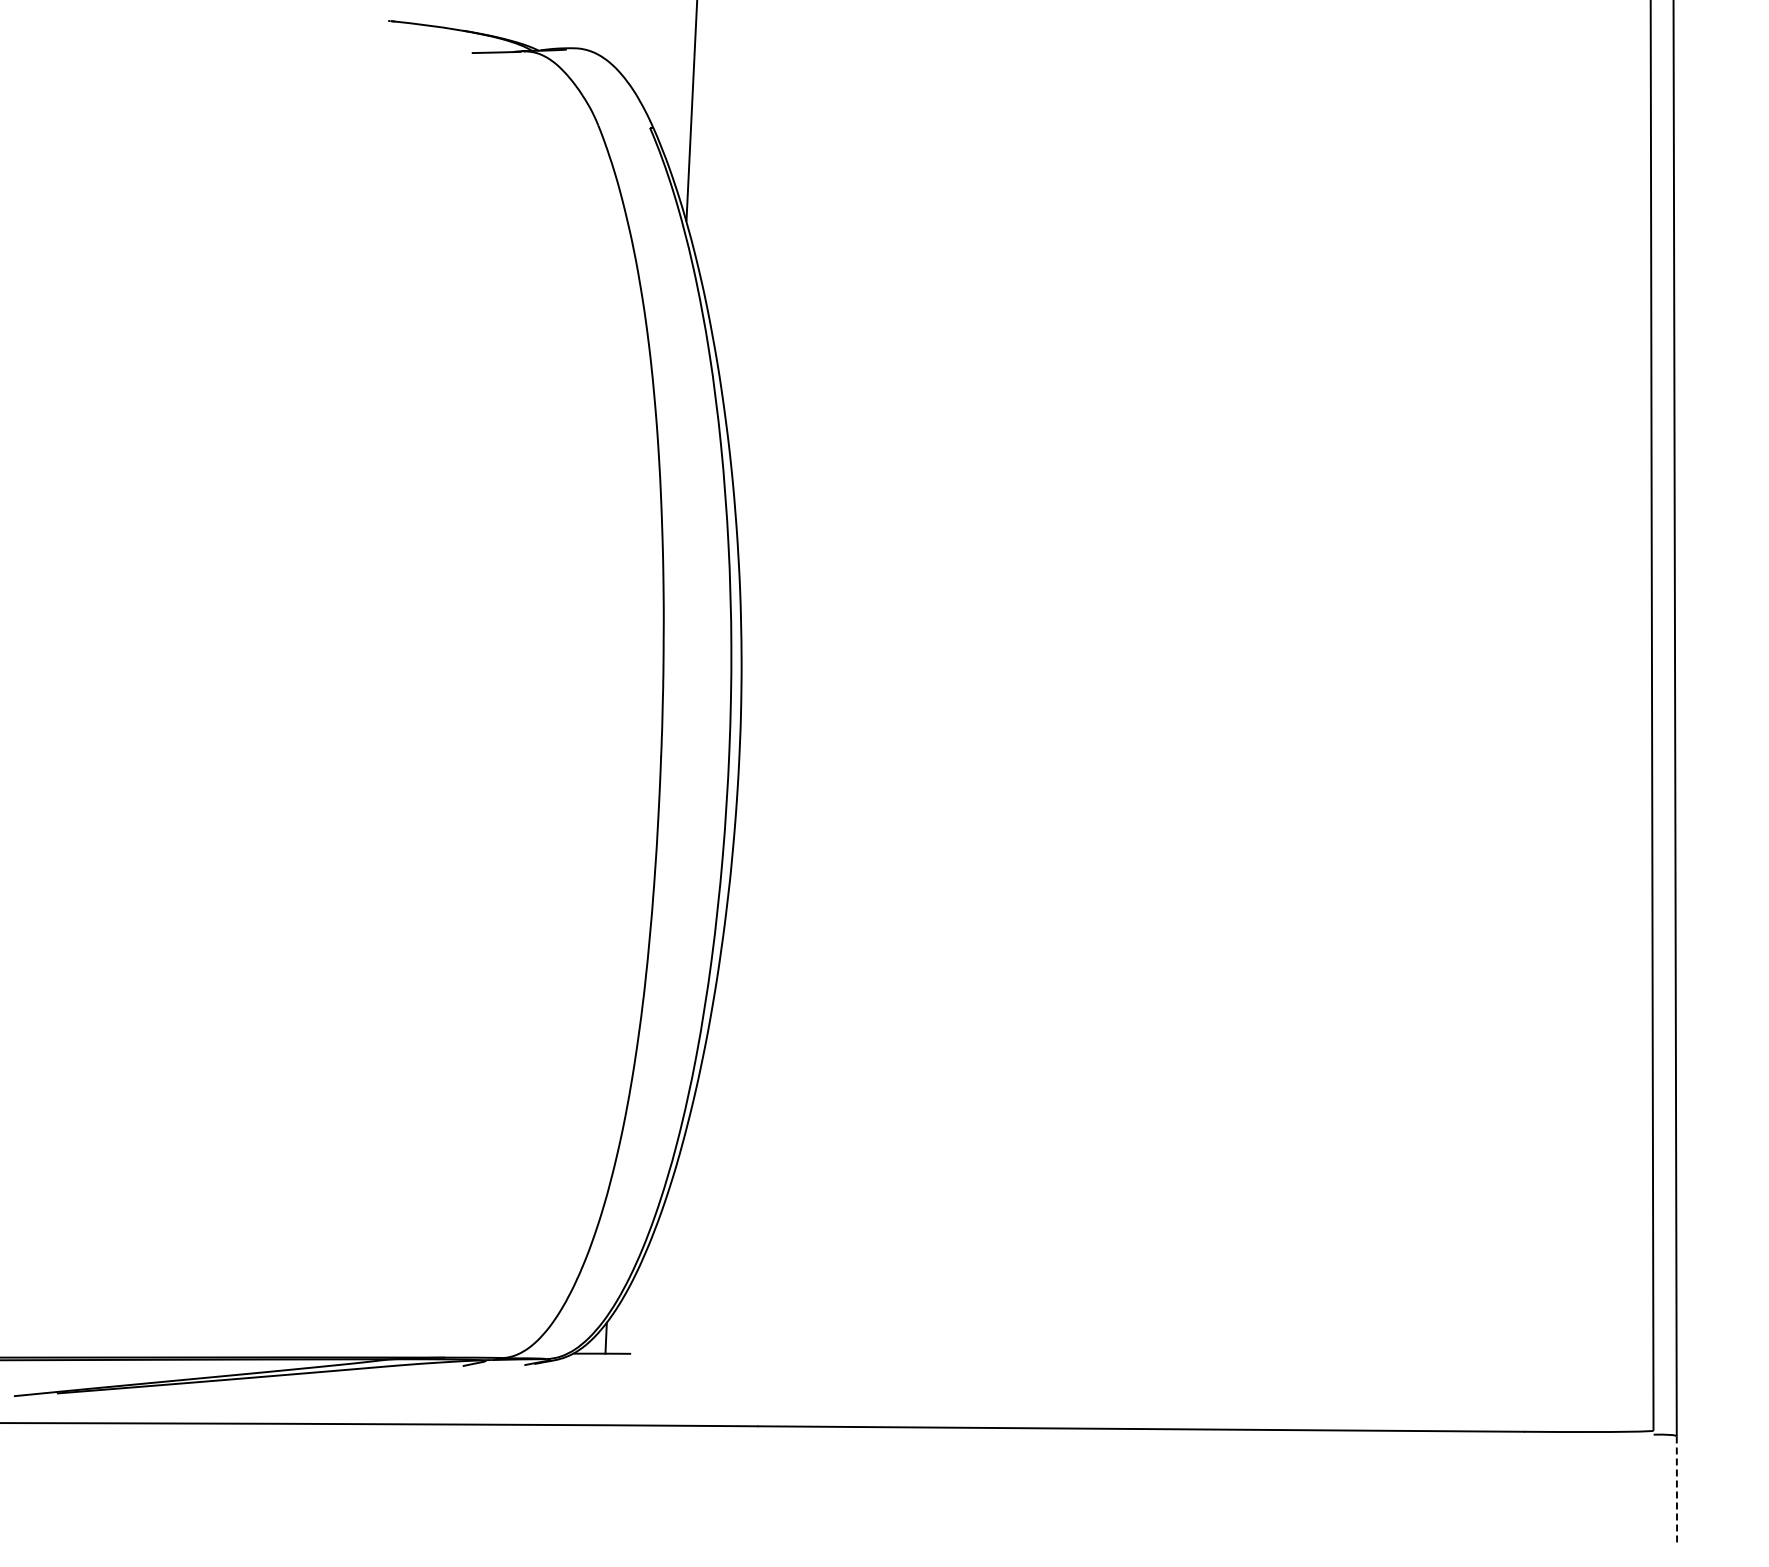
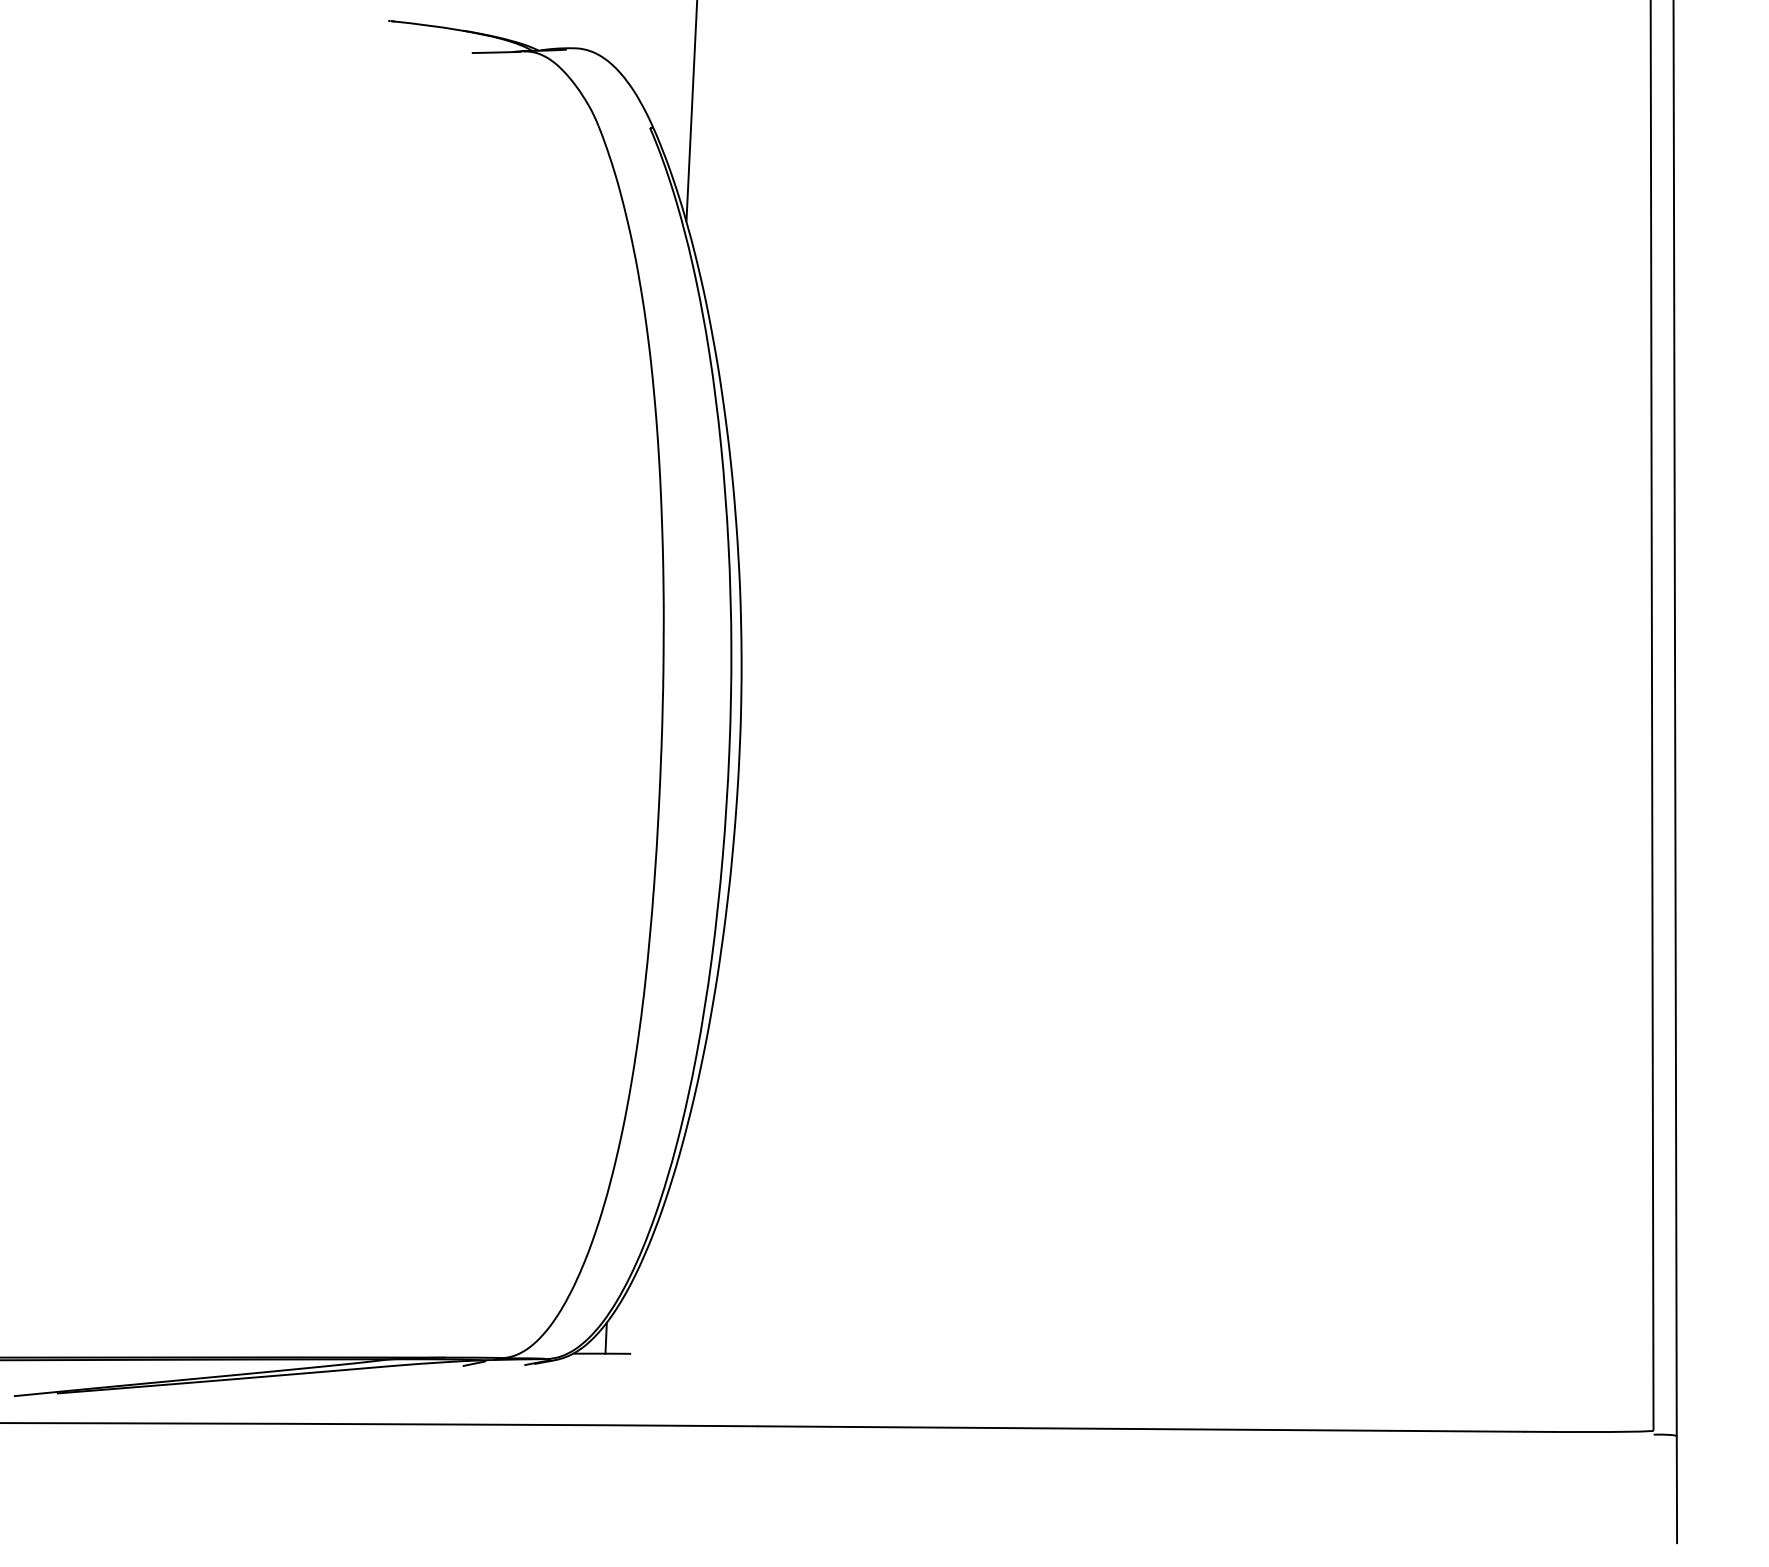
line at (1676, 1490): dashed -> solid
